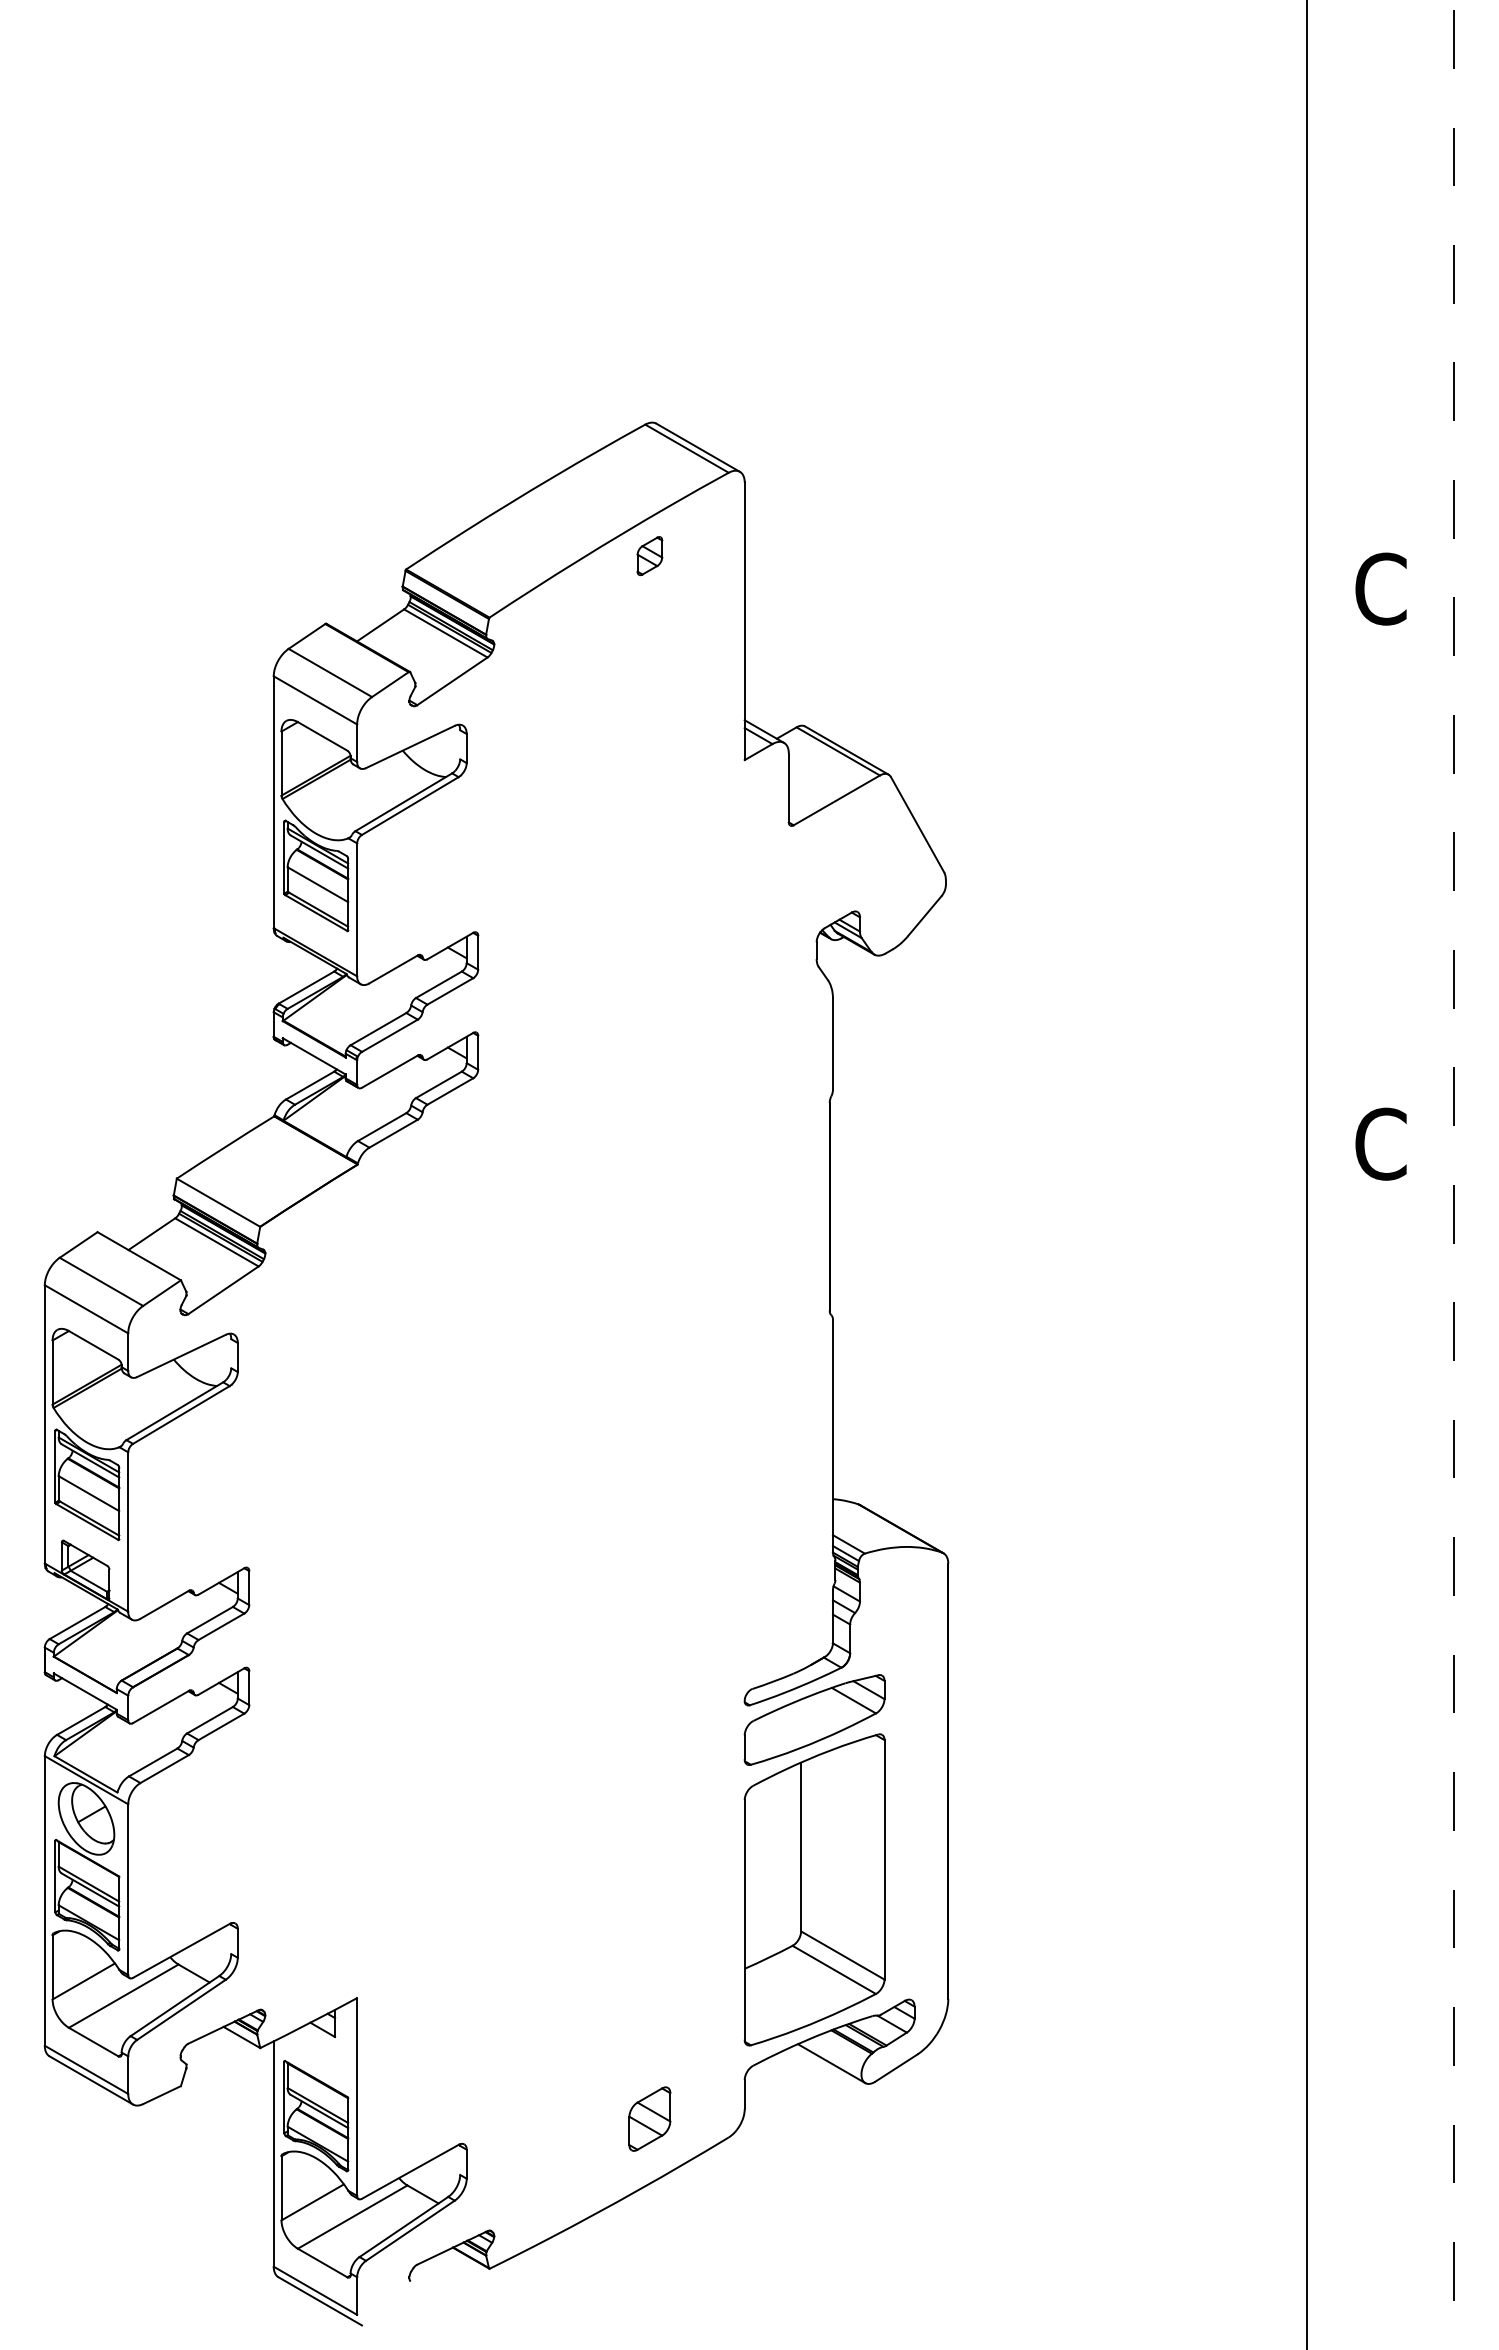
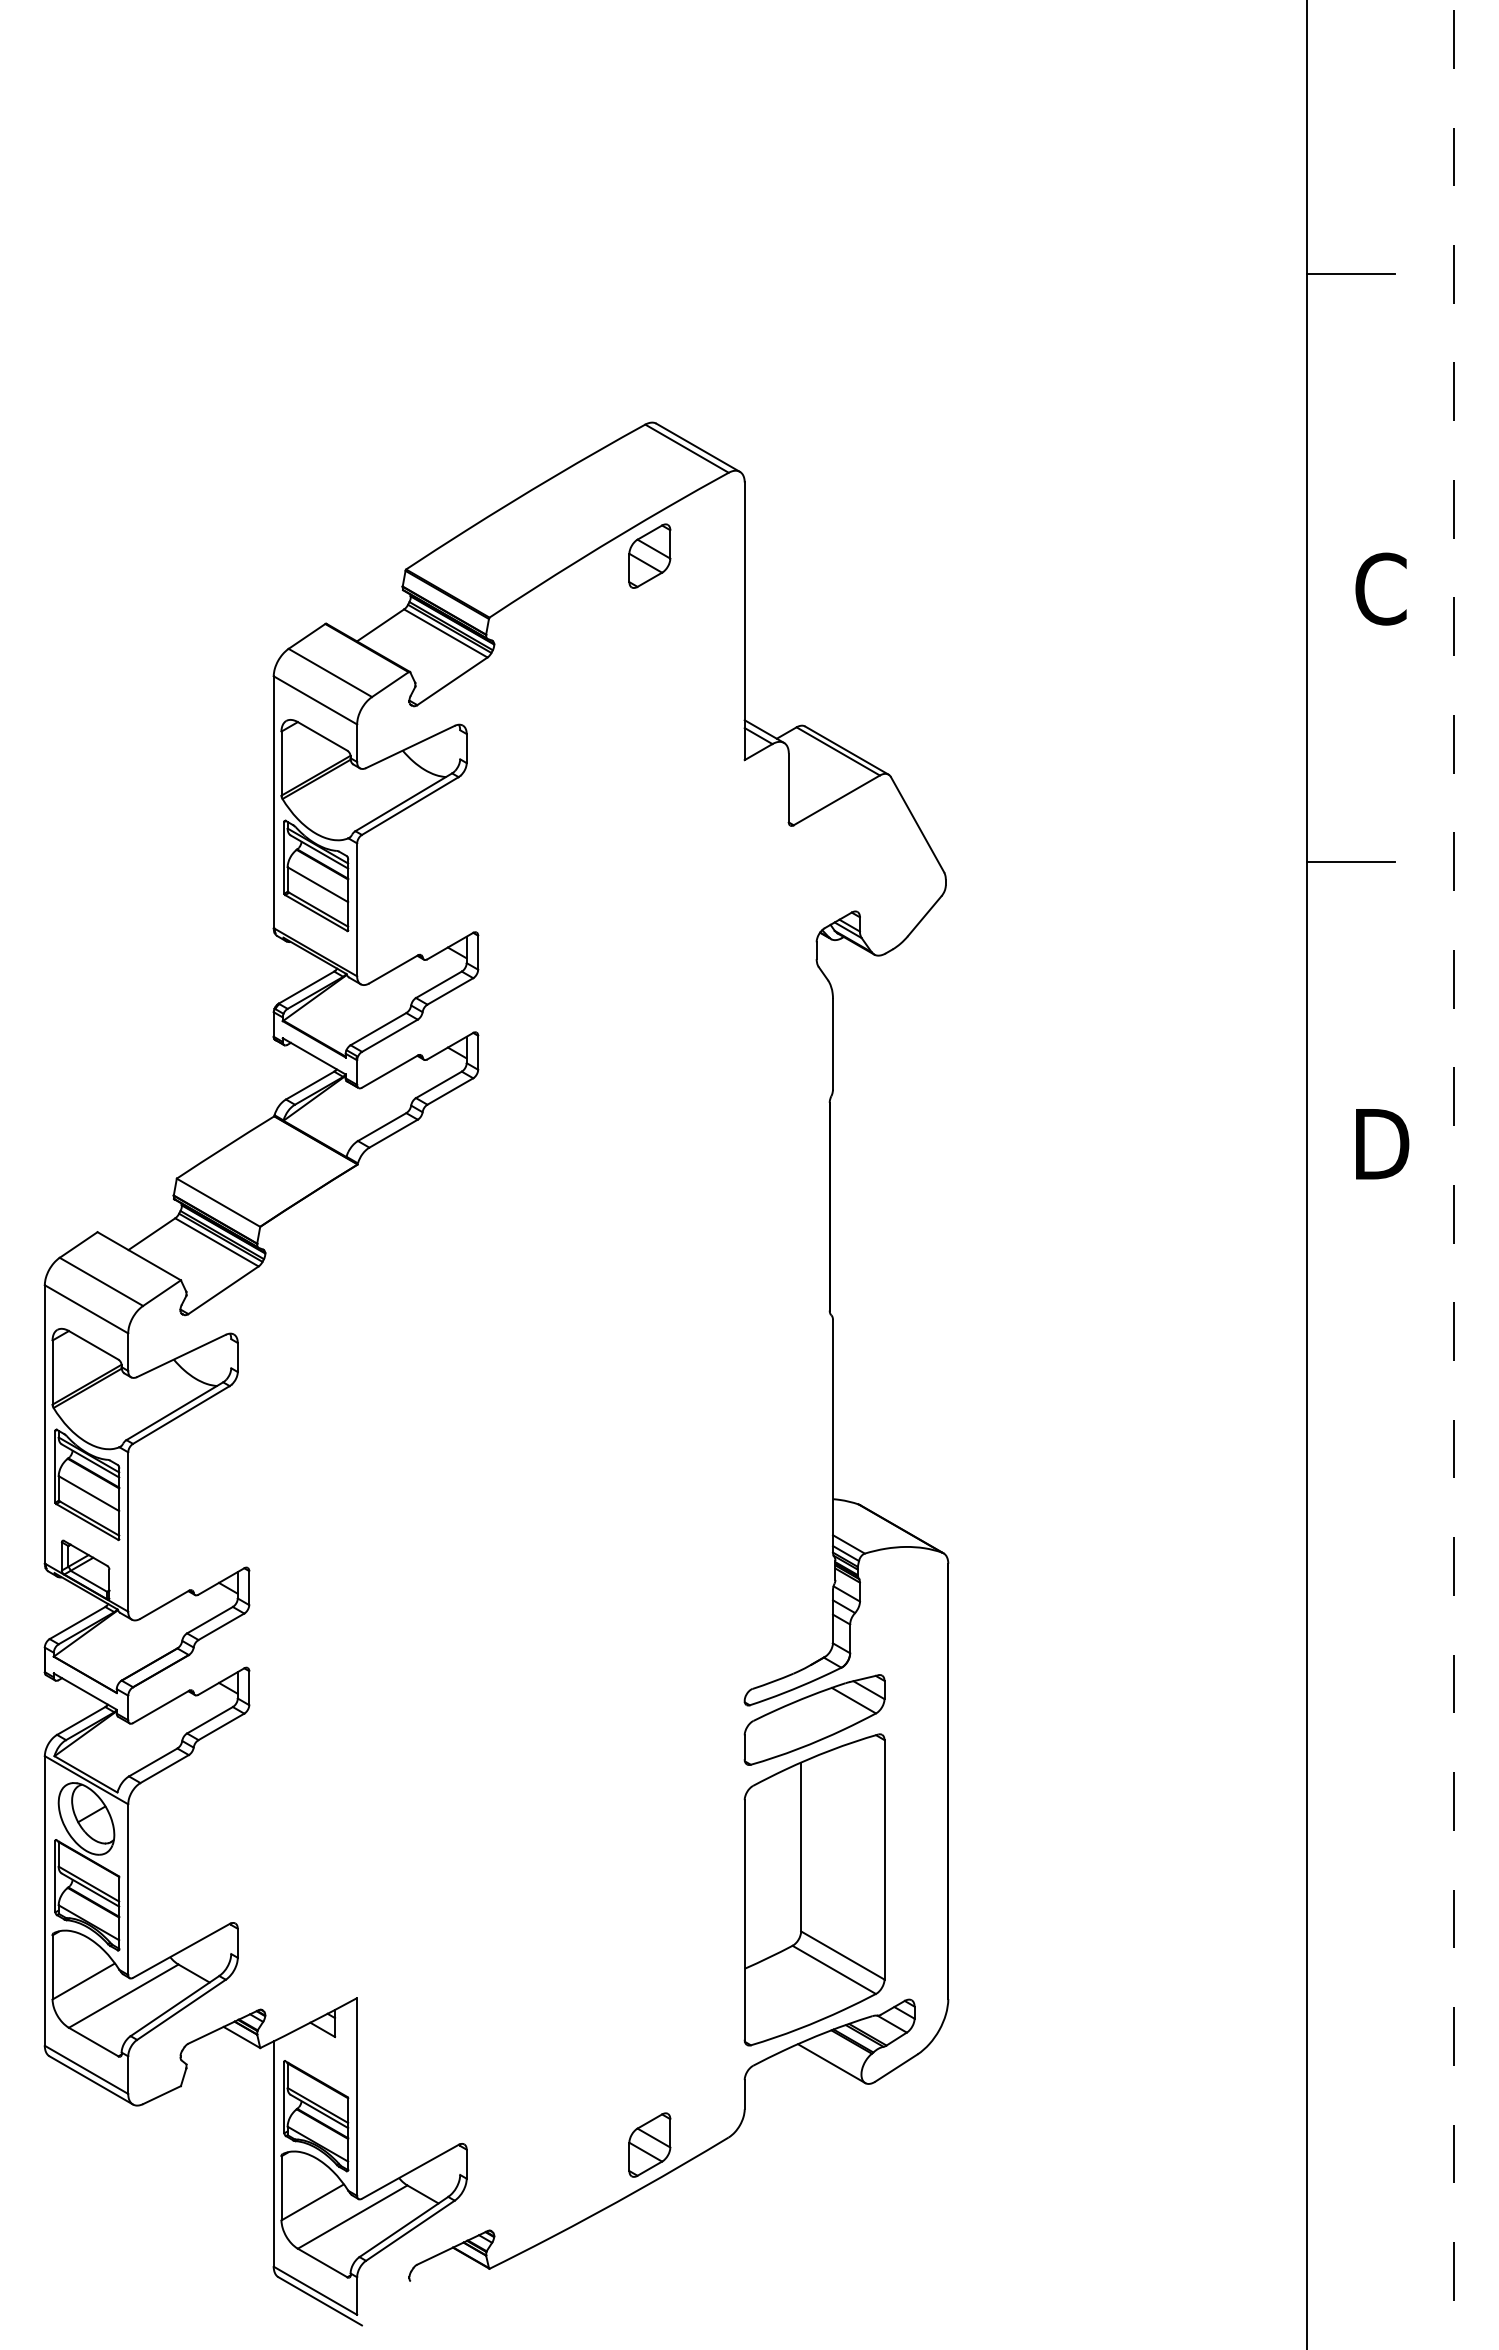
line at (1351, 274): none -> present
part at (649, 556) size: 28x41 px -> 44x66 px
line at (1351, 861): none -> present
text at (1382, 1143): C -> D
part at (649, 2118) position: (649, 2118) -> (649, 2144)
